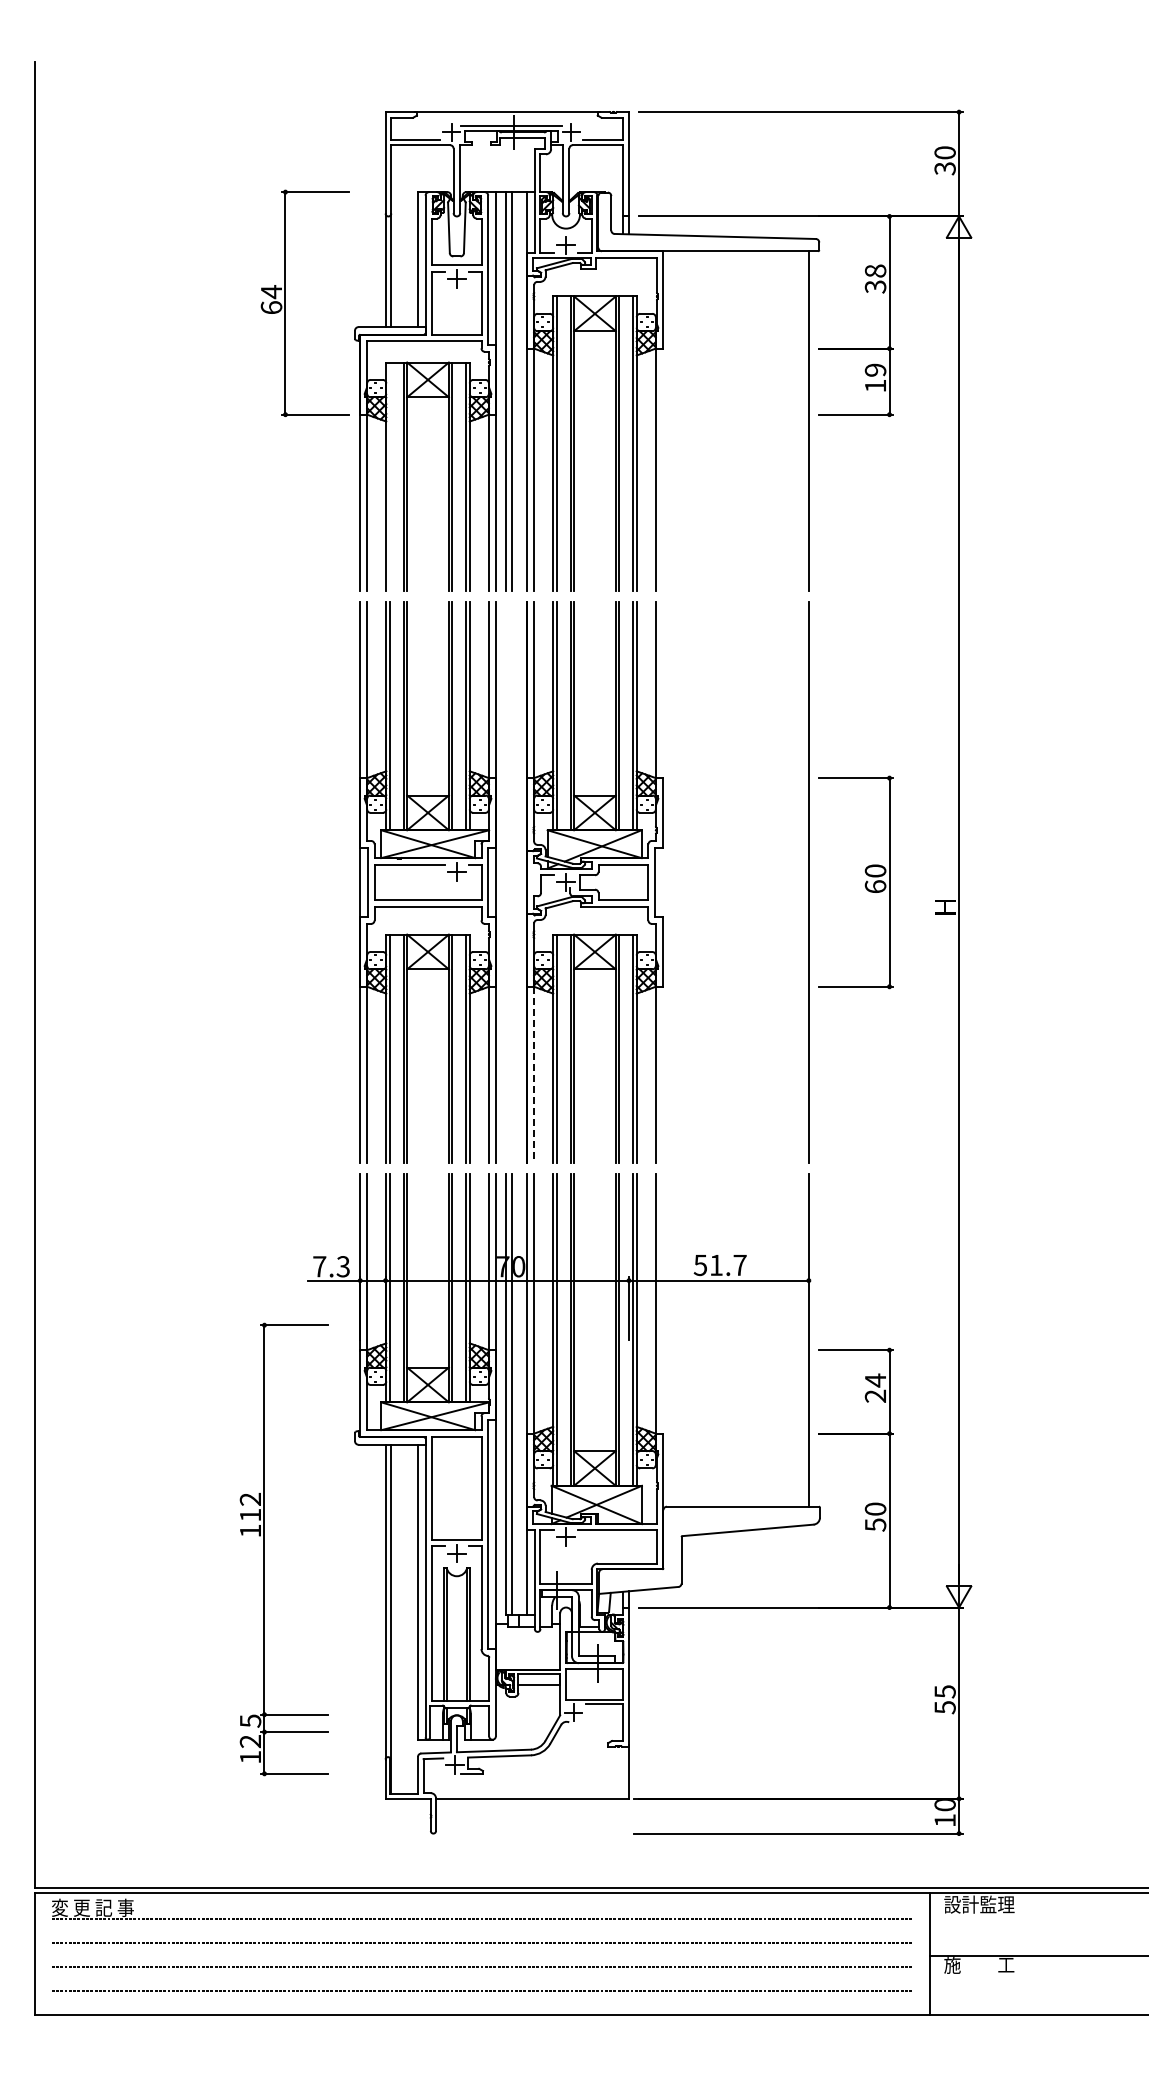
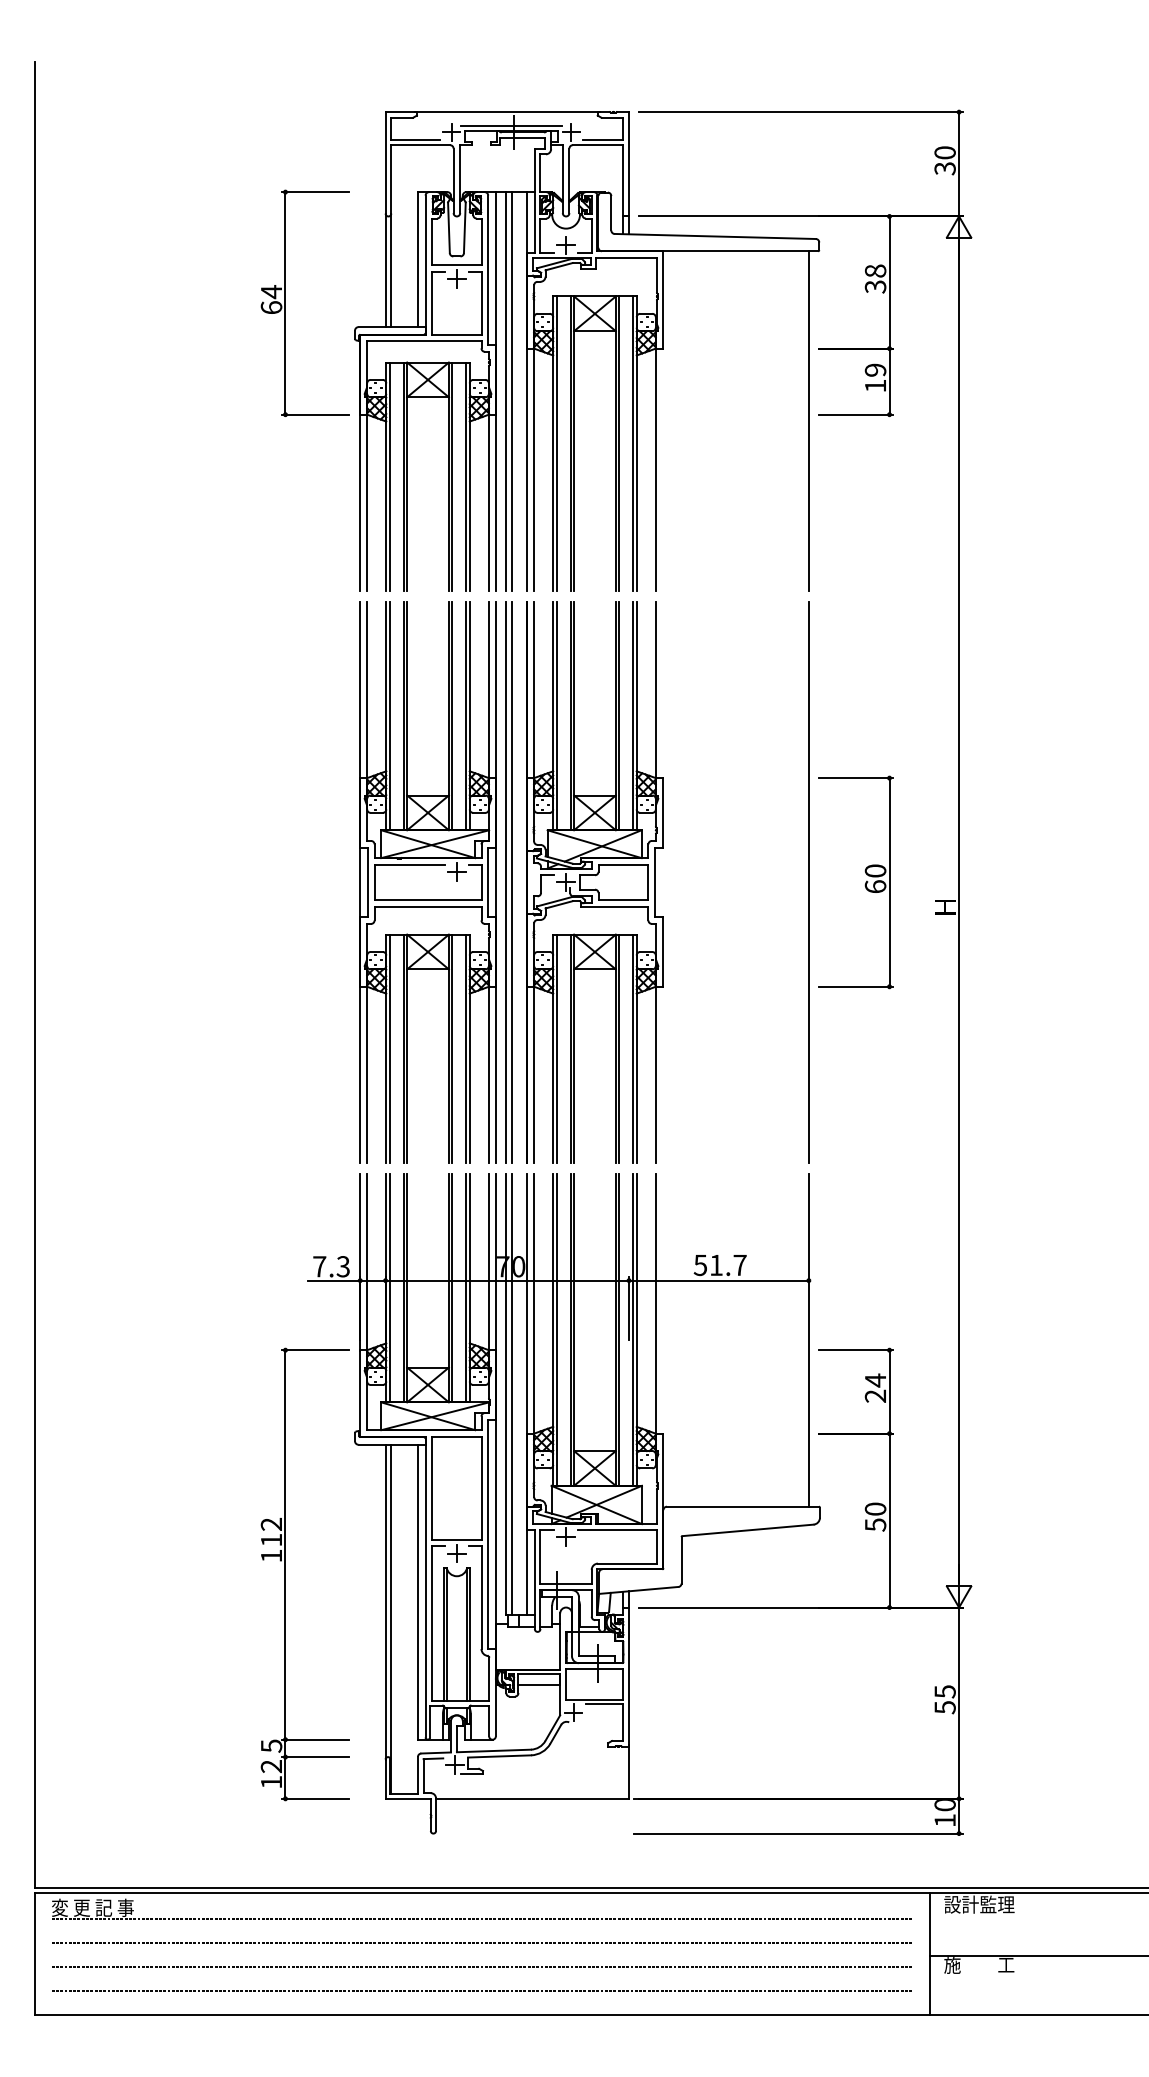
line at (389, 476): none -> present
part at (508, 882): none -> present
line at (534, 1075): dashed -> solid
part at (264, 1549) position: (264, 1549) -> (285, 1574)
